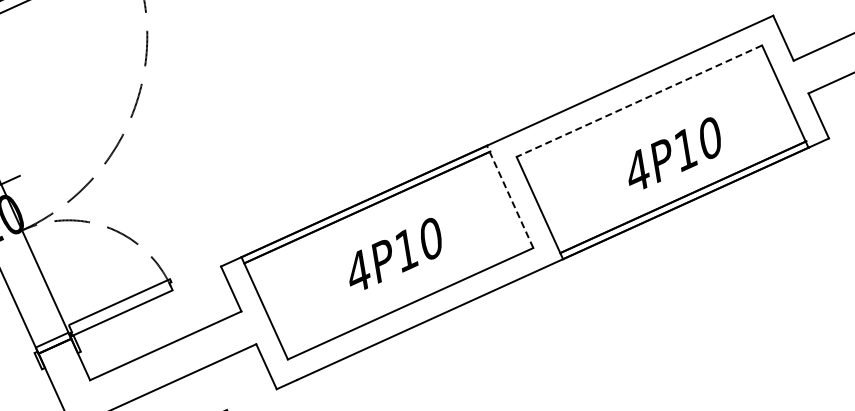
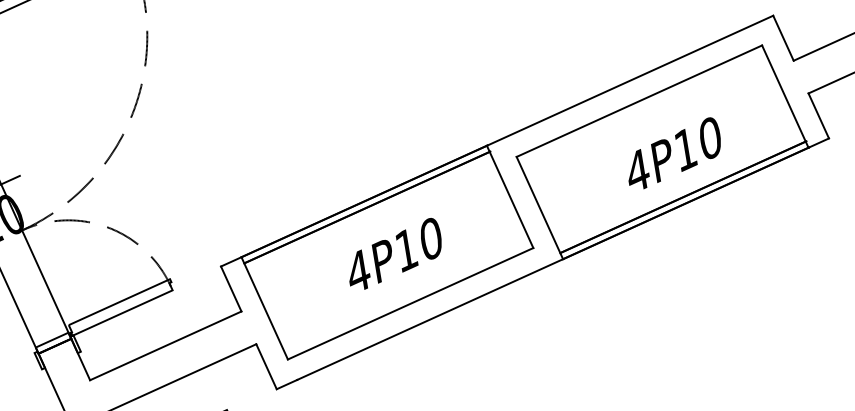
line at (639, 101): dashed -> solid
line at (509, 196): dashed -> solid
